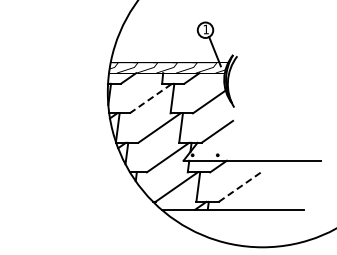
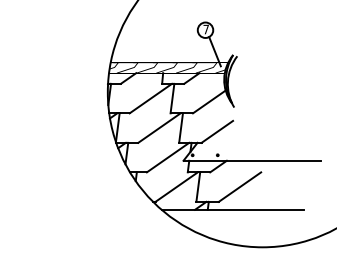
text at (205, 29): 1 -> 7
line at (150, 98): dashed -> solid
line at (239, 187): dashed -> solid
